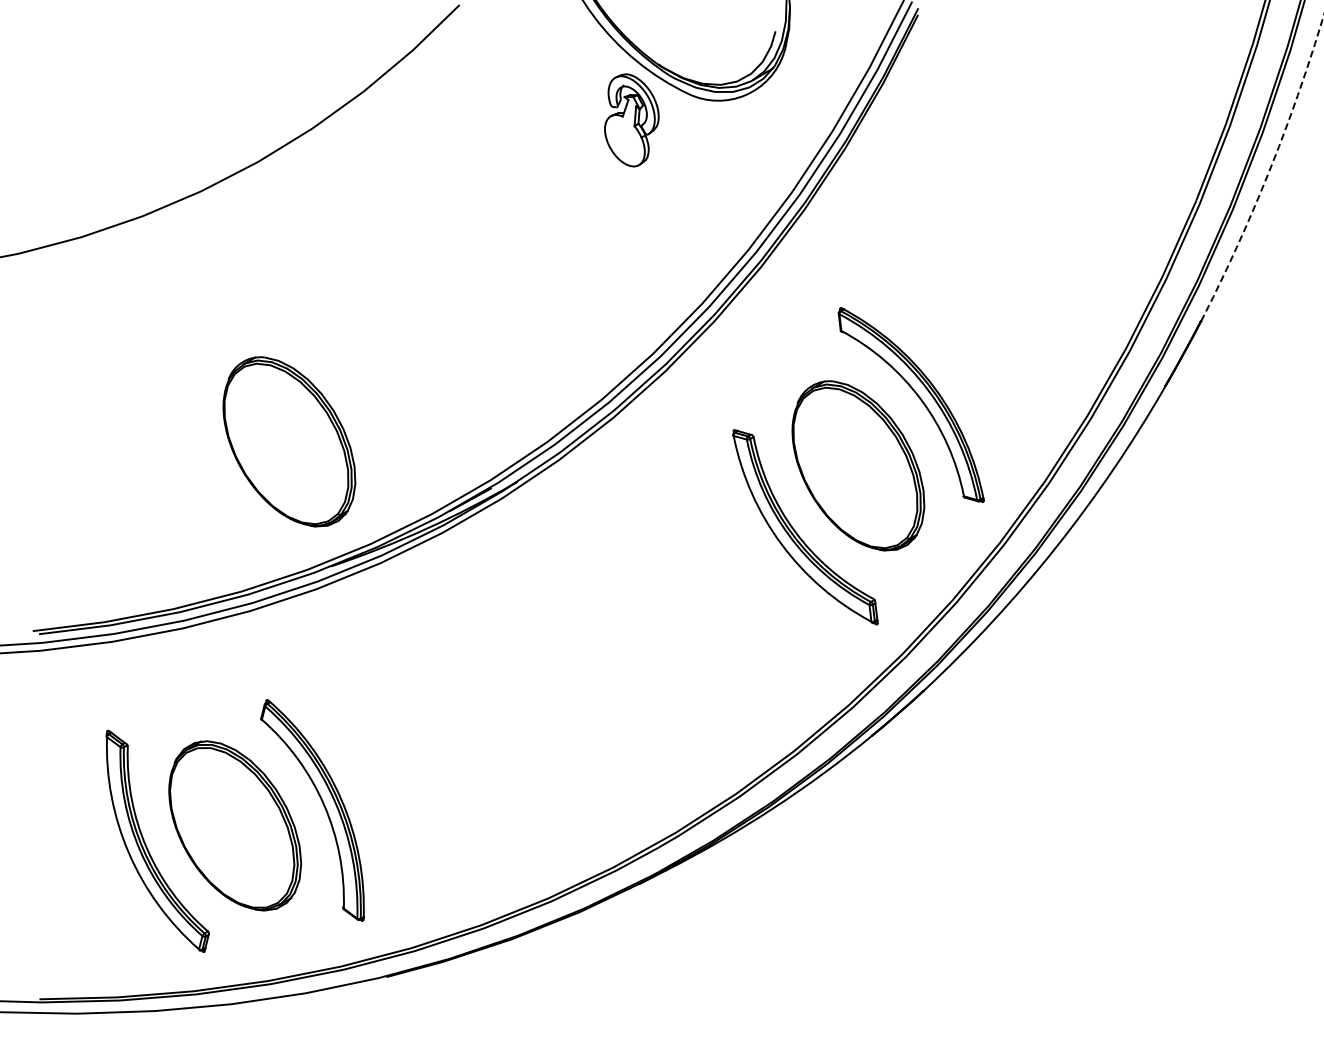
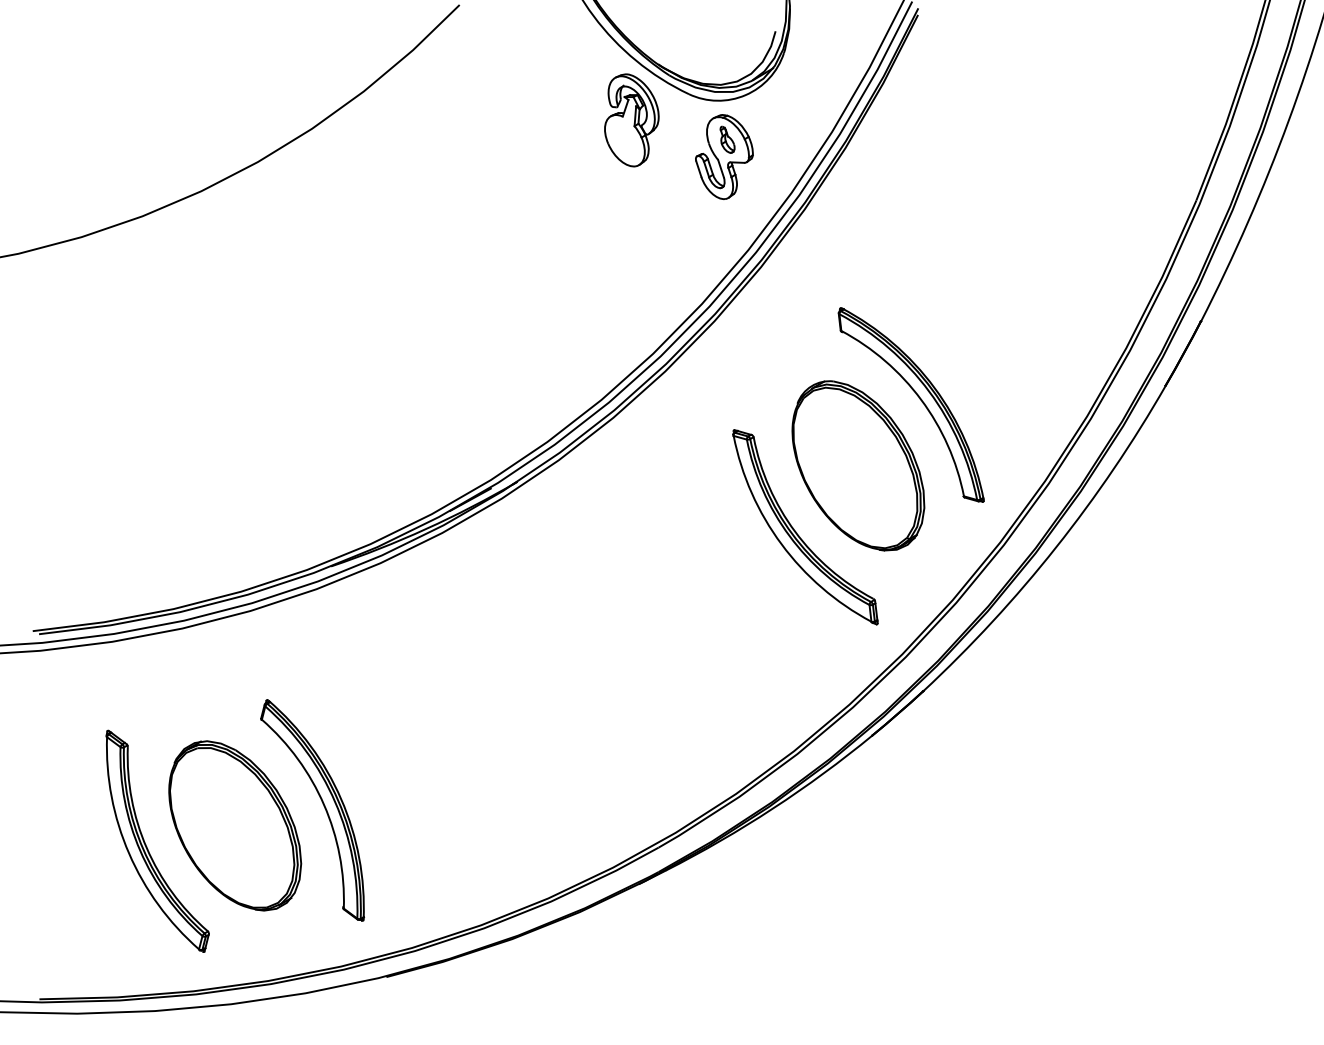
part at (724, 156): none -> present
arc at (1269, 171): dashed -> solid
part at (289, 441): present -> none
